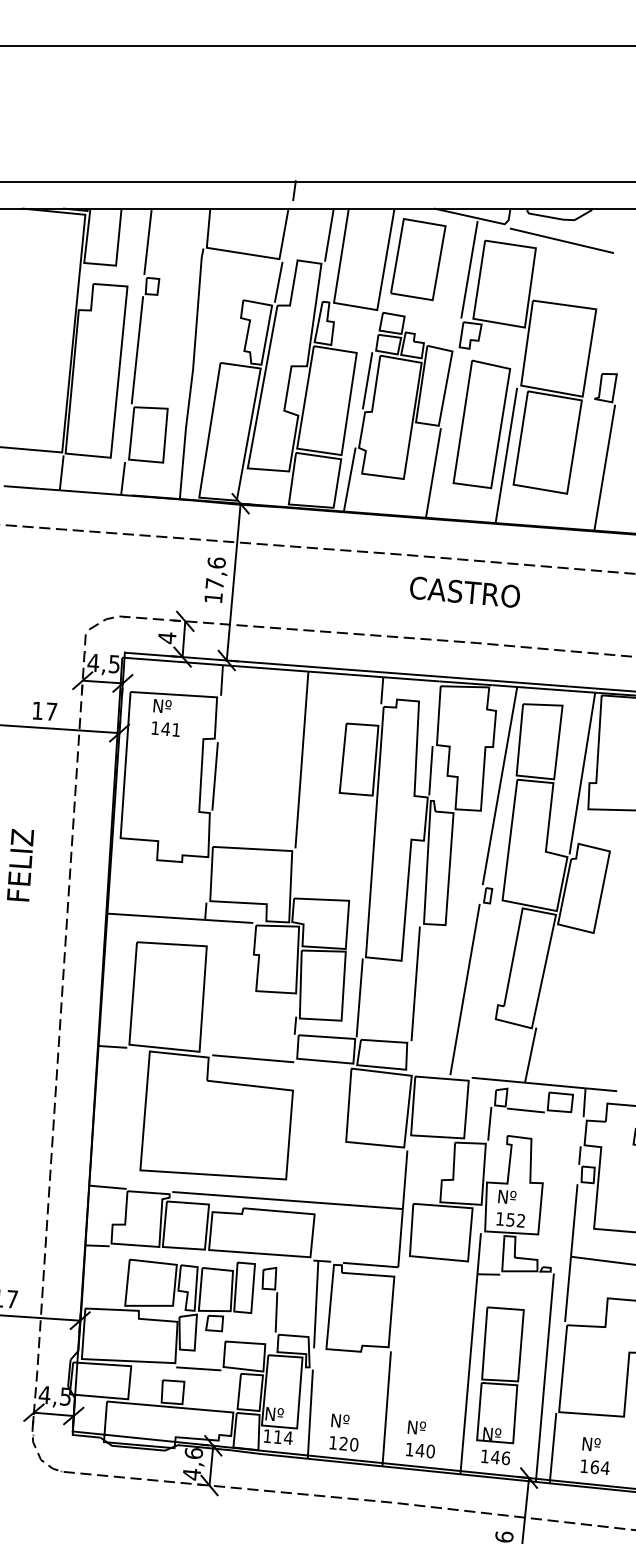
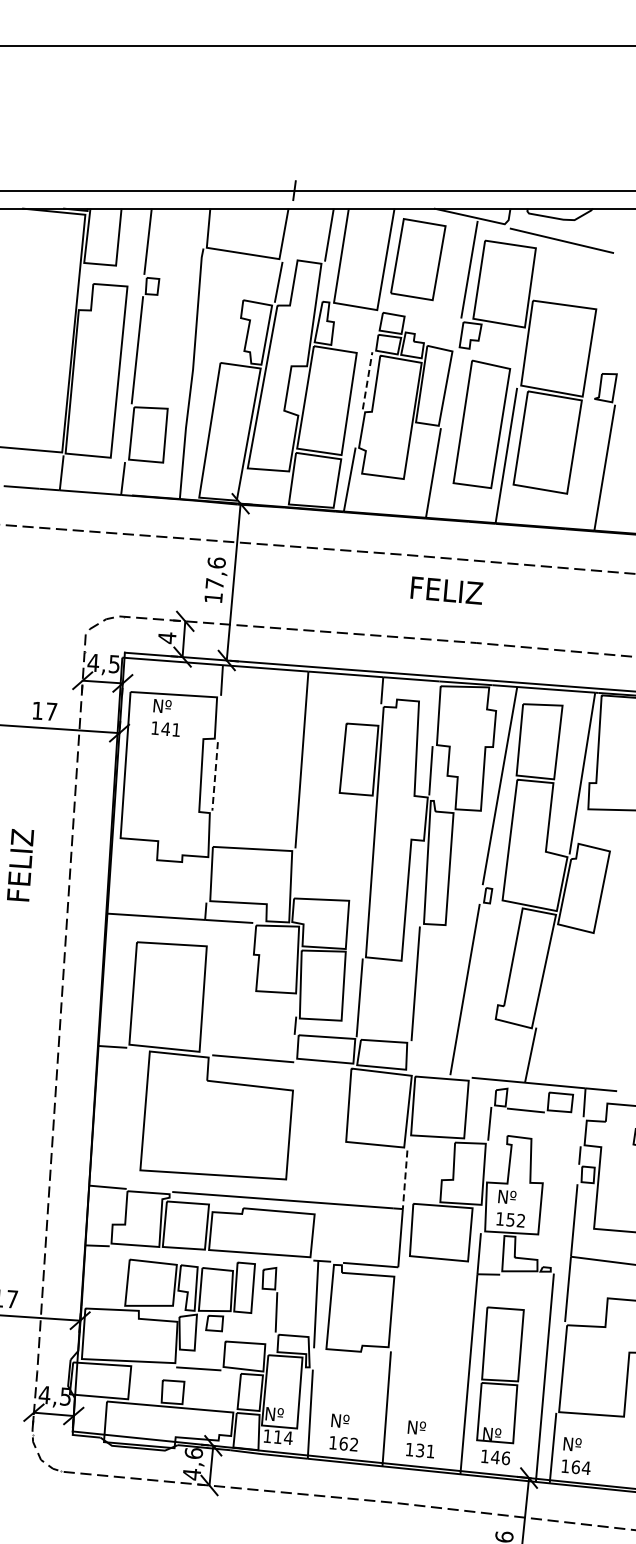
line at (317, 181) position: (317, 181) -> (317, 190)
line at (367, 380): solid -> dashed
text at (464, 591): CASTRO -> FELIZ
line at (215, 776): solid -> dashed
line at (405, 1180): solid -> dashed
text at (348, 1443): 120 -> 162
text at (424, 1450): 140 -> 131
text at (594, 1455) position: (594, 1455) -> (575, 1455)
